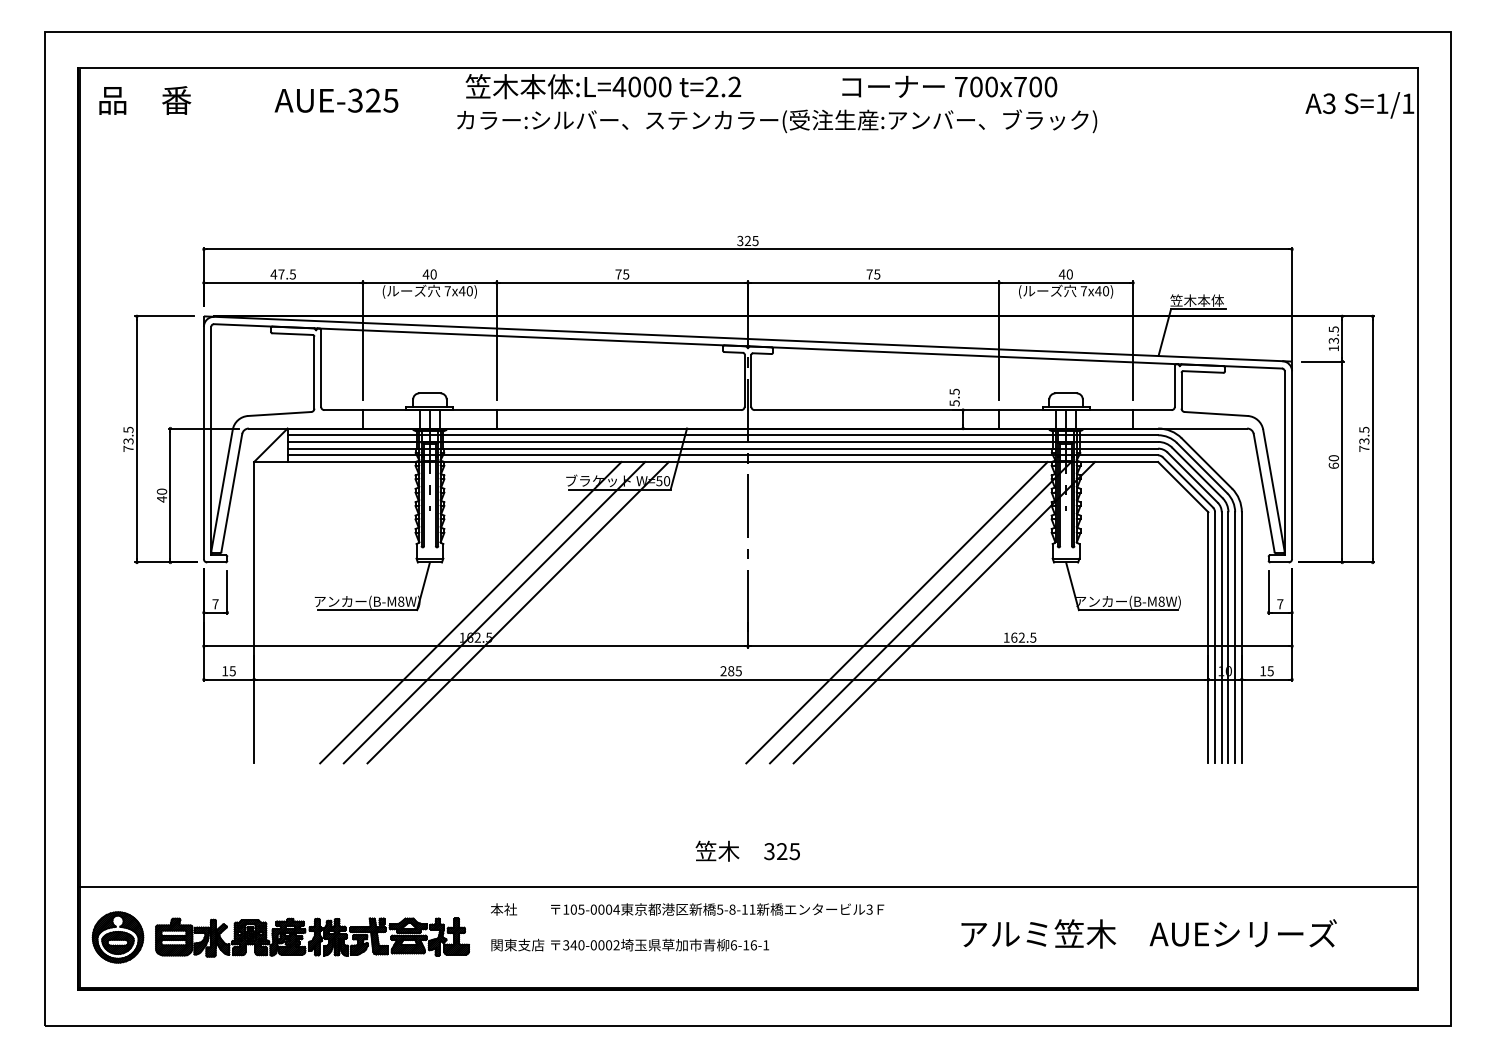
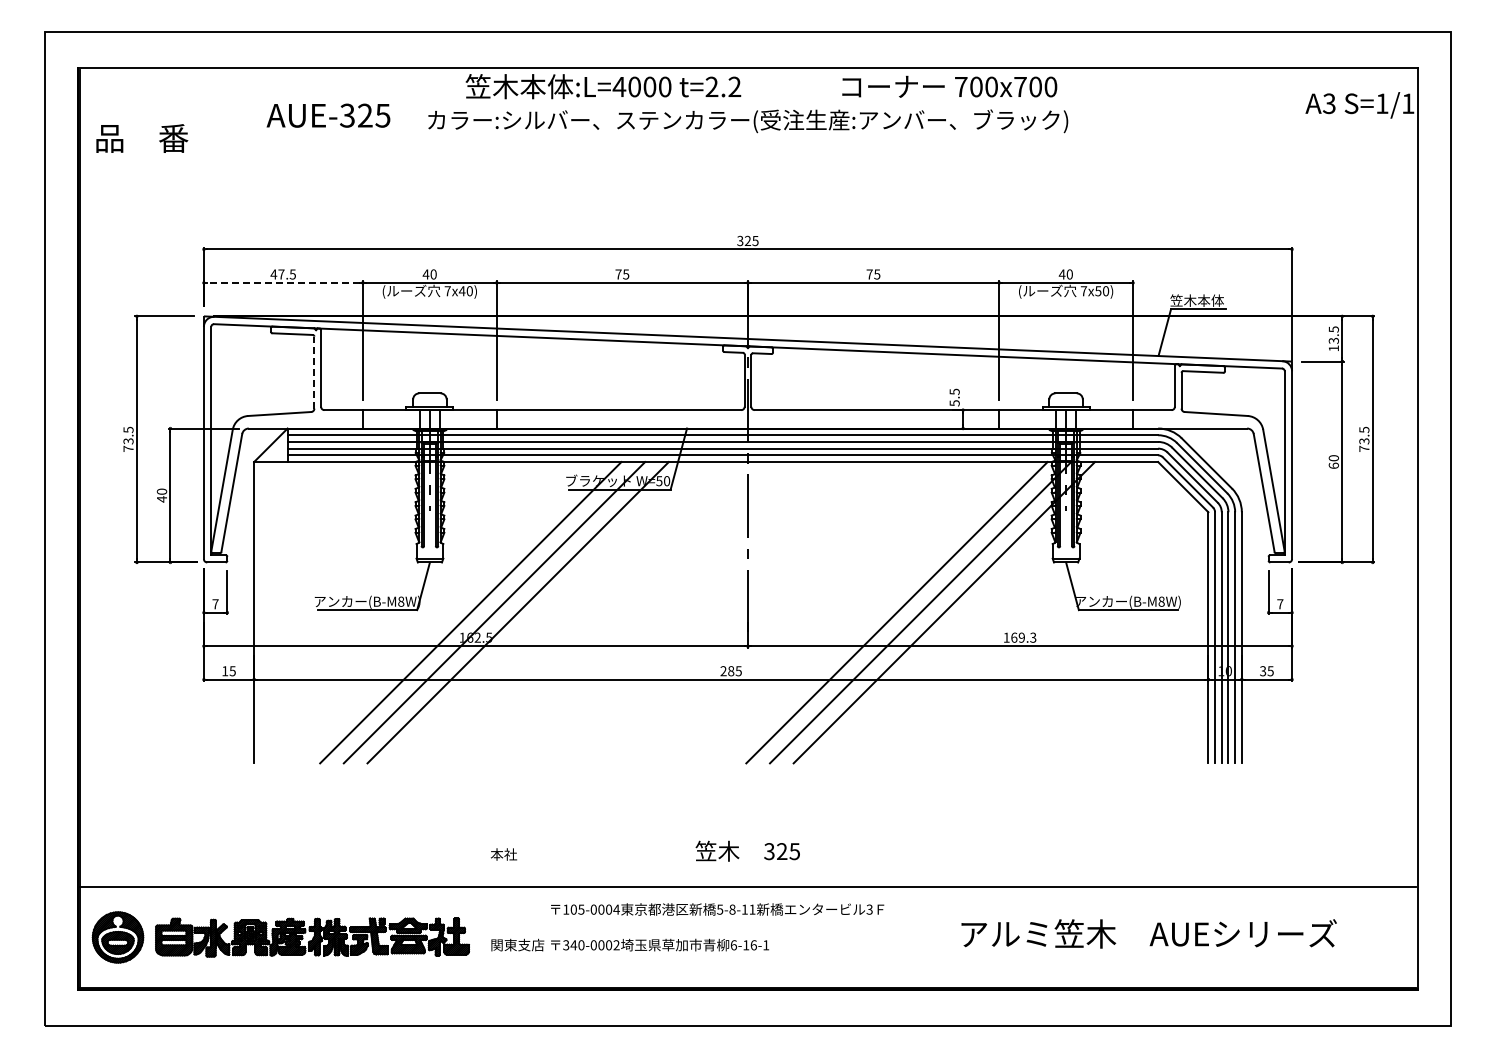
text at (145, 100) position: (145, 100) -> (142, 138)
text at (336, 100) position: (336, 100) -> (328, 115)
text at (777, 121) position: (777, 121) -> (748, 121)
line at (282, 282): solid -> dashed
text at (1098, 291): 7x40) -> 7x50)
line at (314, 372): solid -> dashed
text at (1027, 637): 162.5 -> 169.3
text at (1263, 671): 15 -> 35
text at (503, 909) position: (503, 909) -> (503, 854)
